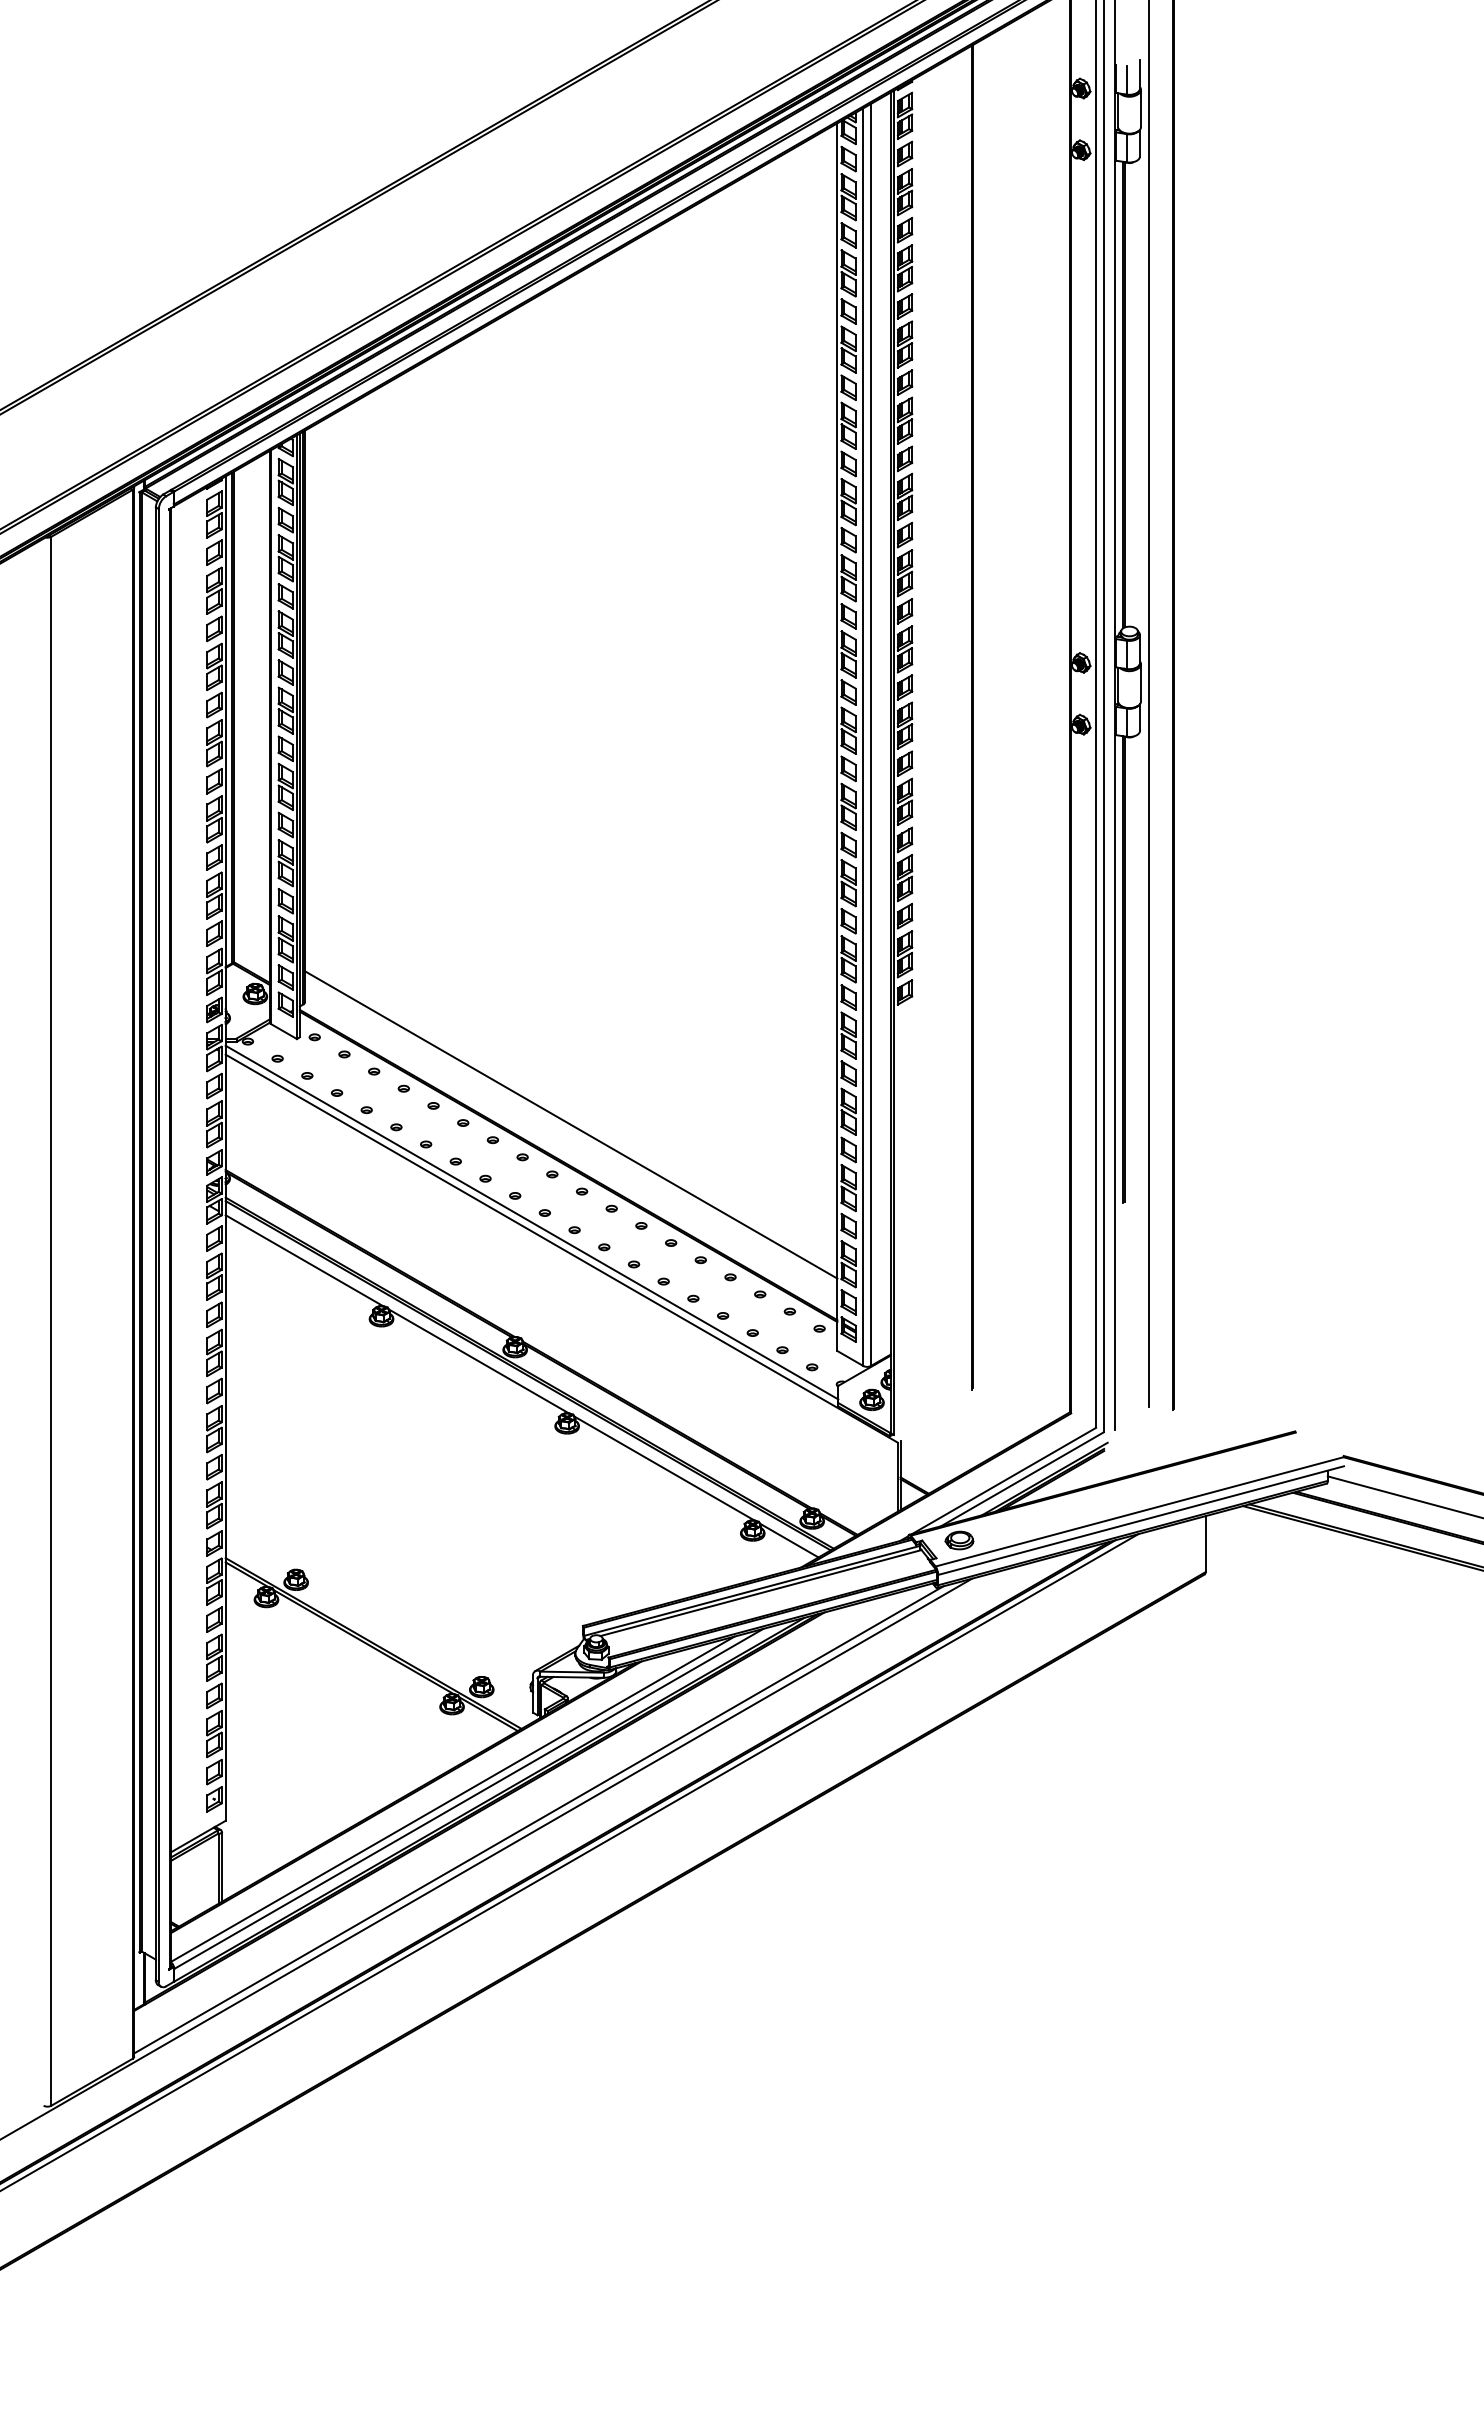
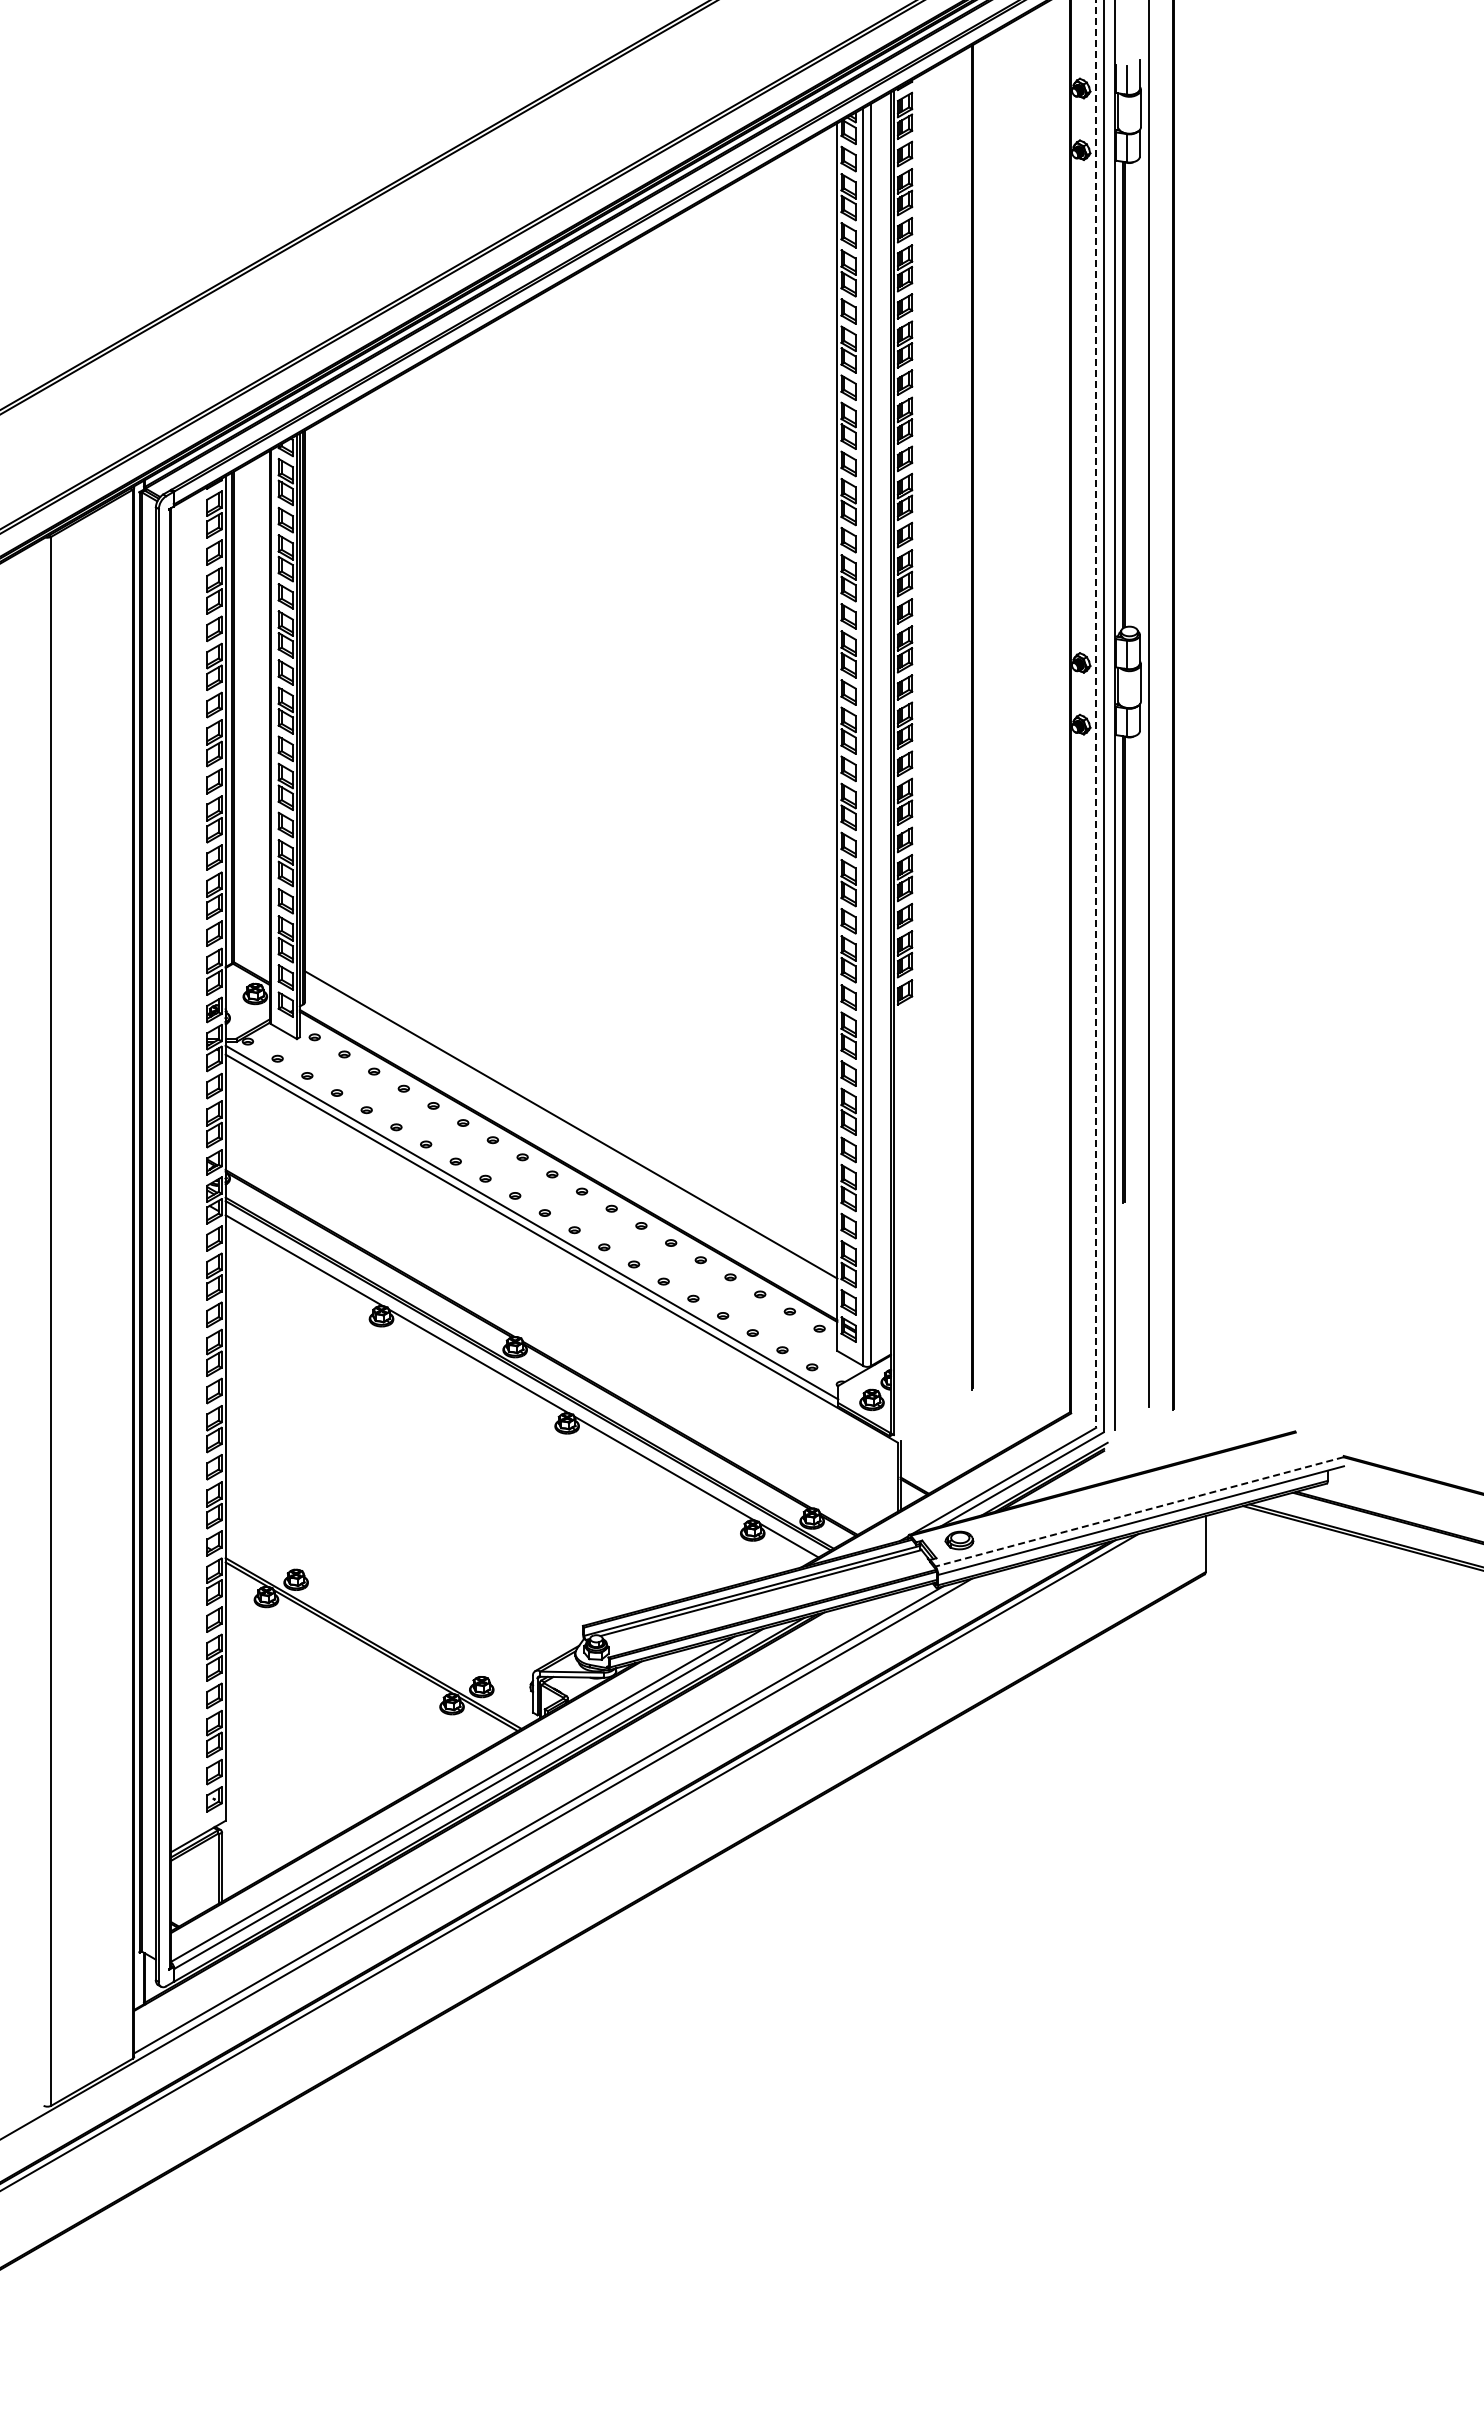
line at (1096, 714): solid -> dashed
line at (1403, 1496): present -> none
line at (1139, 1511): solid -> dashed
